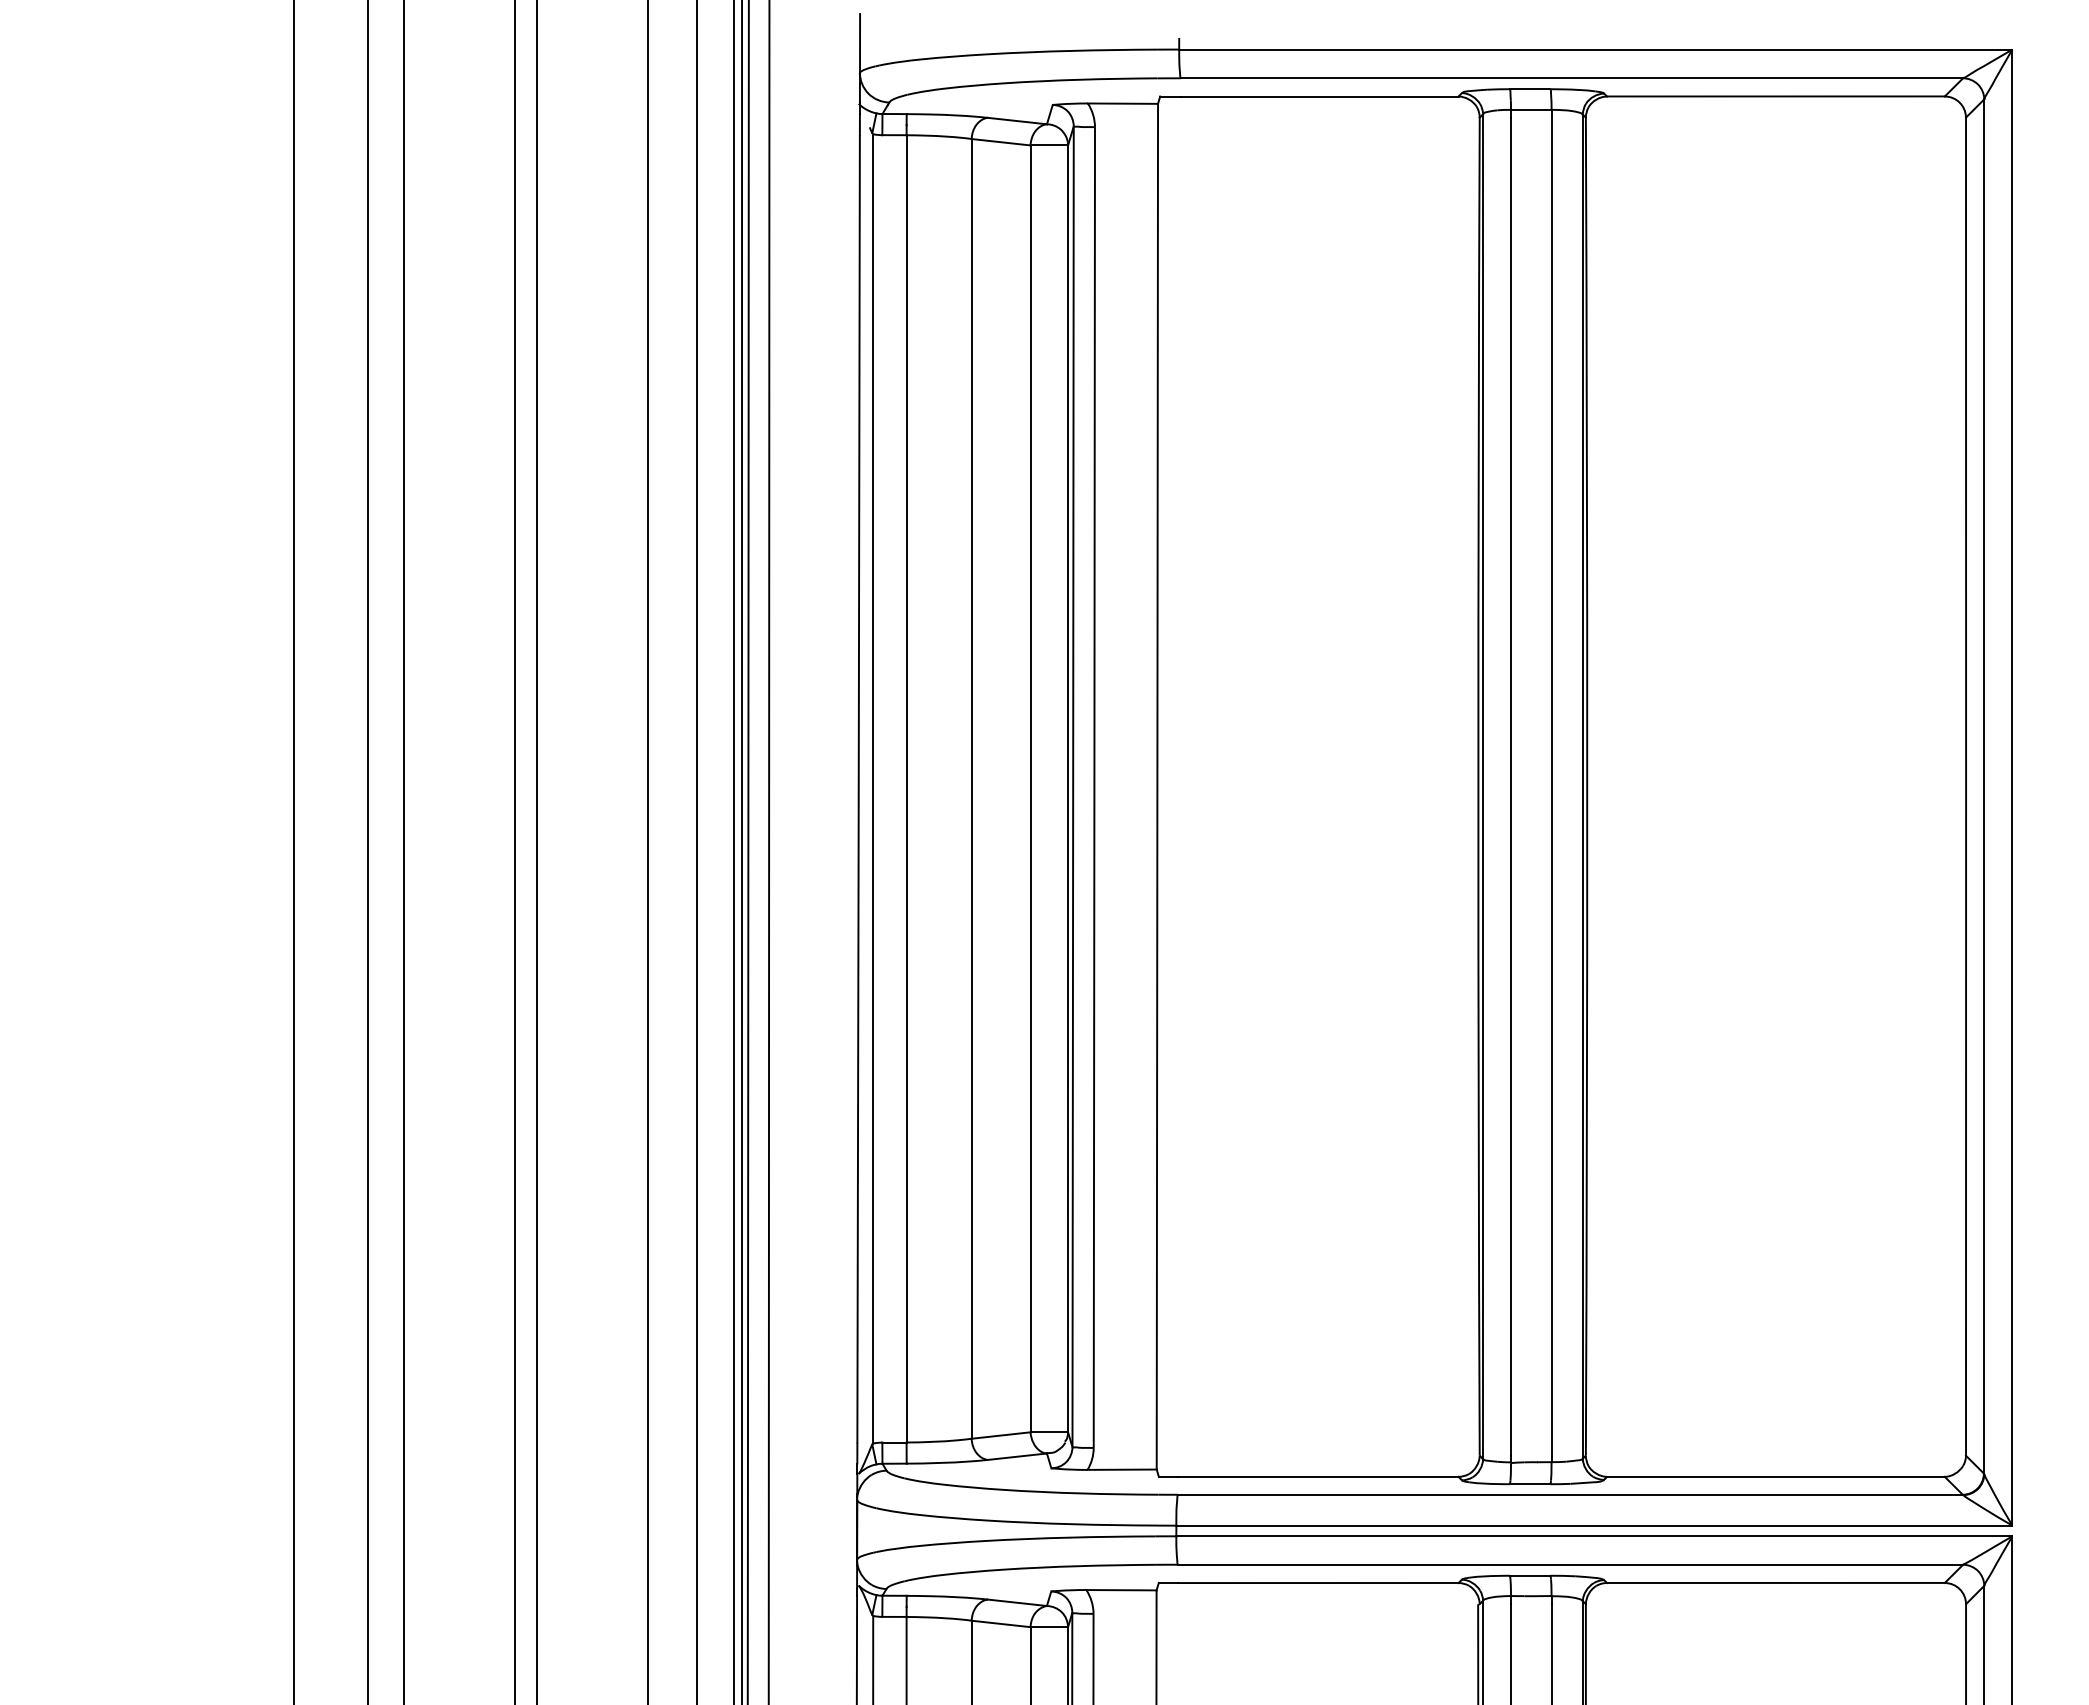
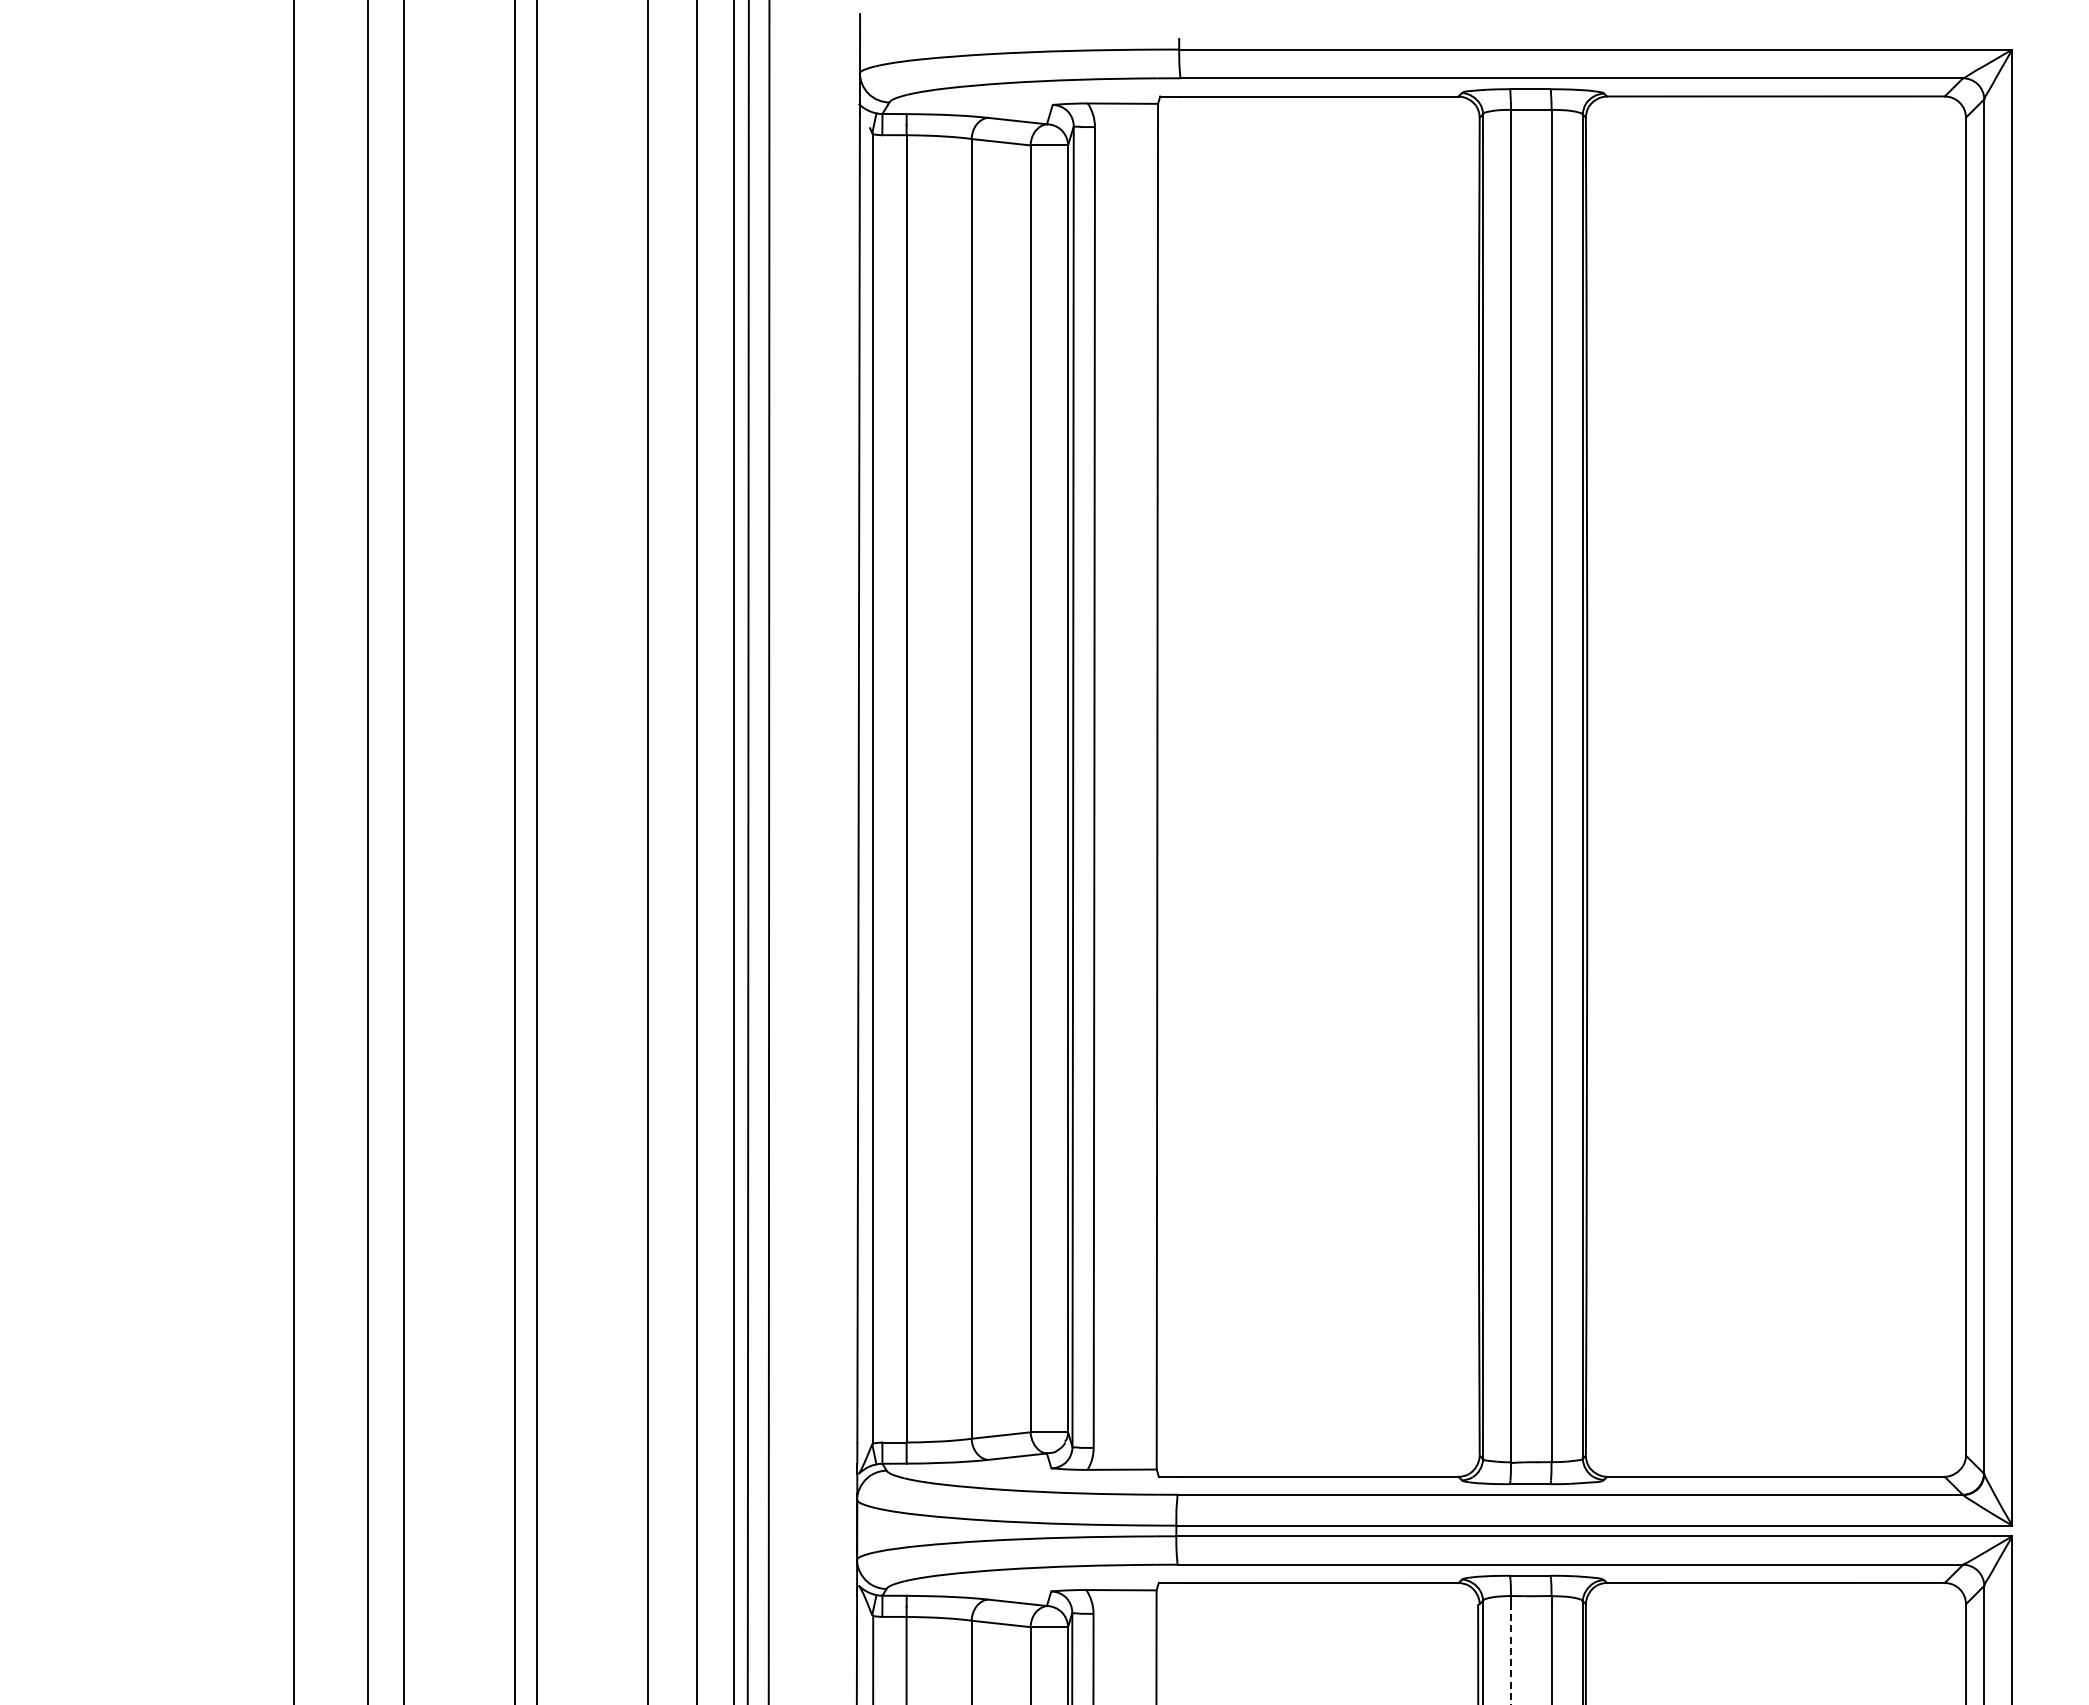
line at (741, 851): present -> none
line at (1511, 1654): solid -> dashed
